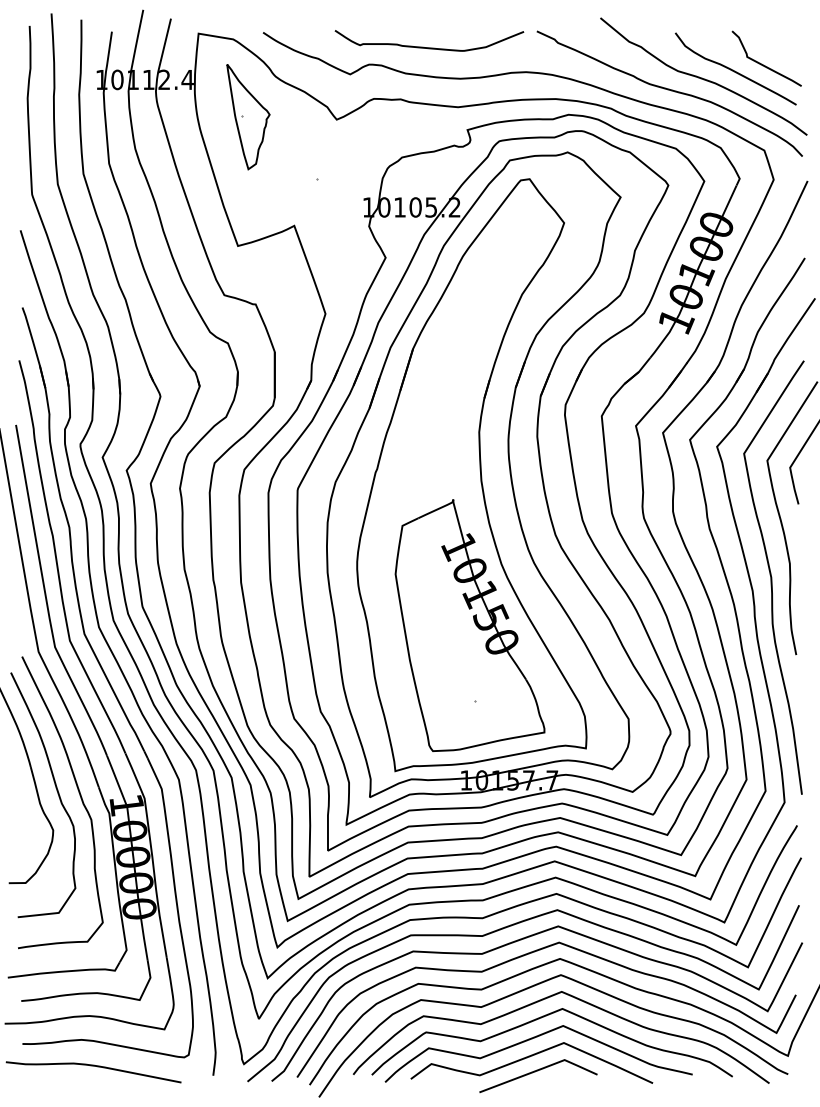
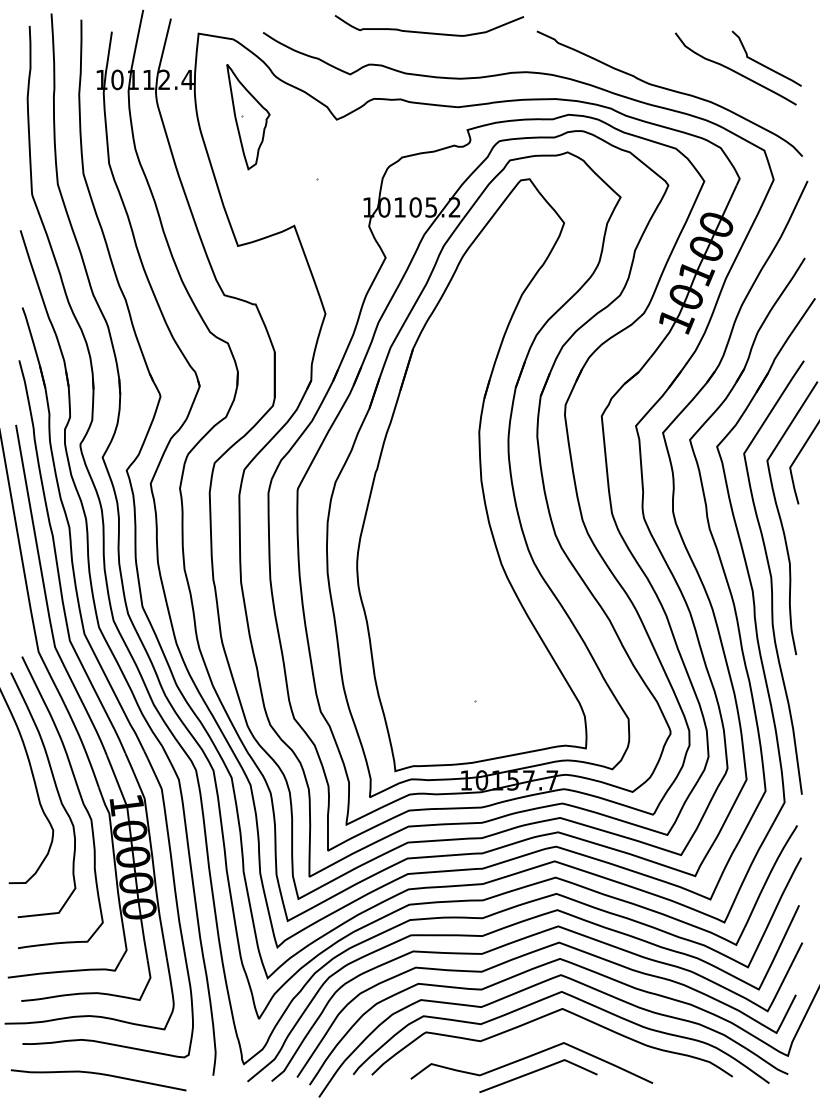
curve at (429, 47) position: (429, 47) -> (429, 32)
curve at (702, 77): present -> none
part at (469, 625): present -> none
curve at (532, 1039): present -> none
curve at (93, 1066) position: (93, 1066) -> (98, 1074)
